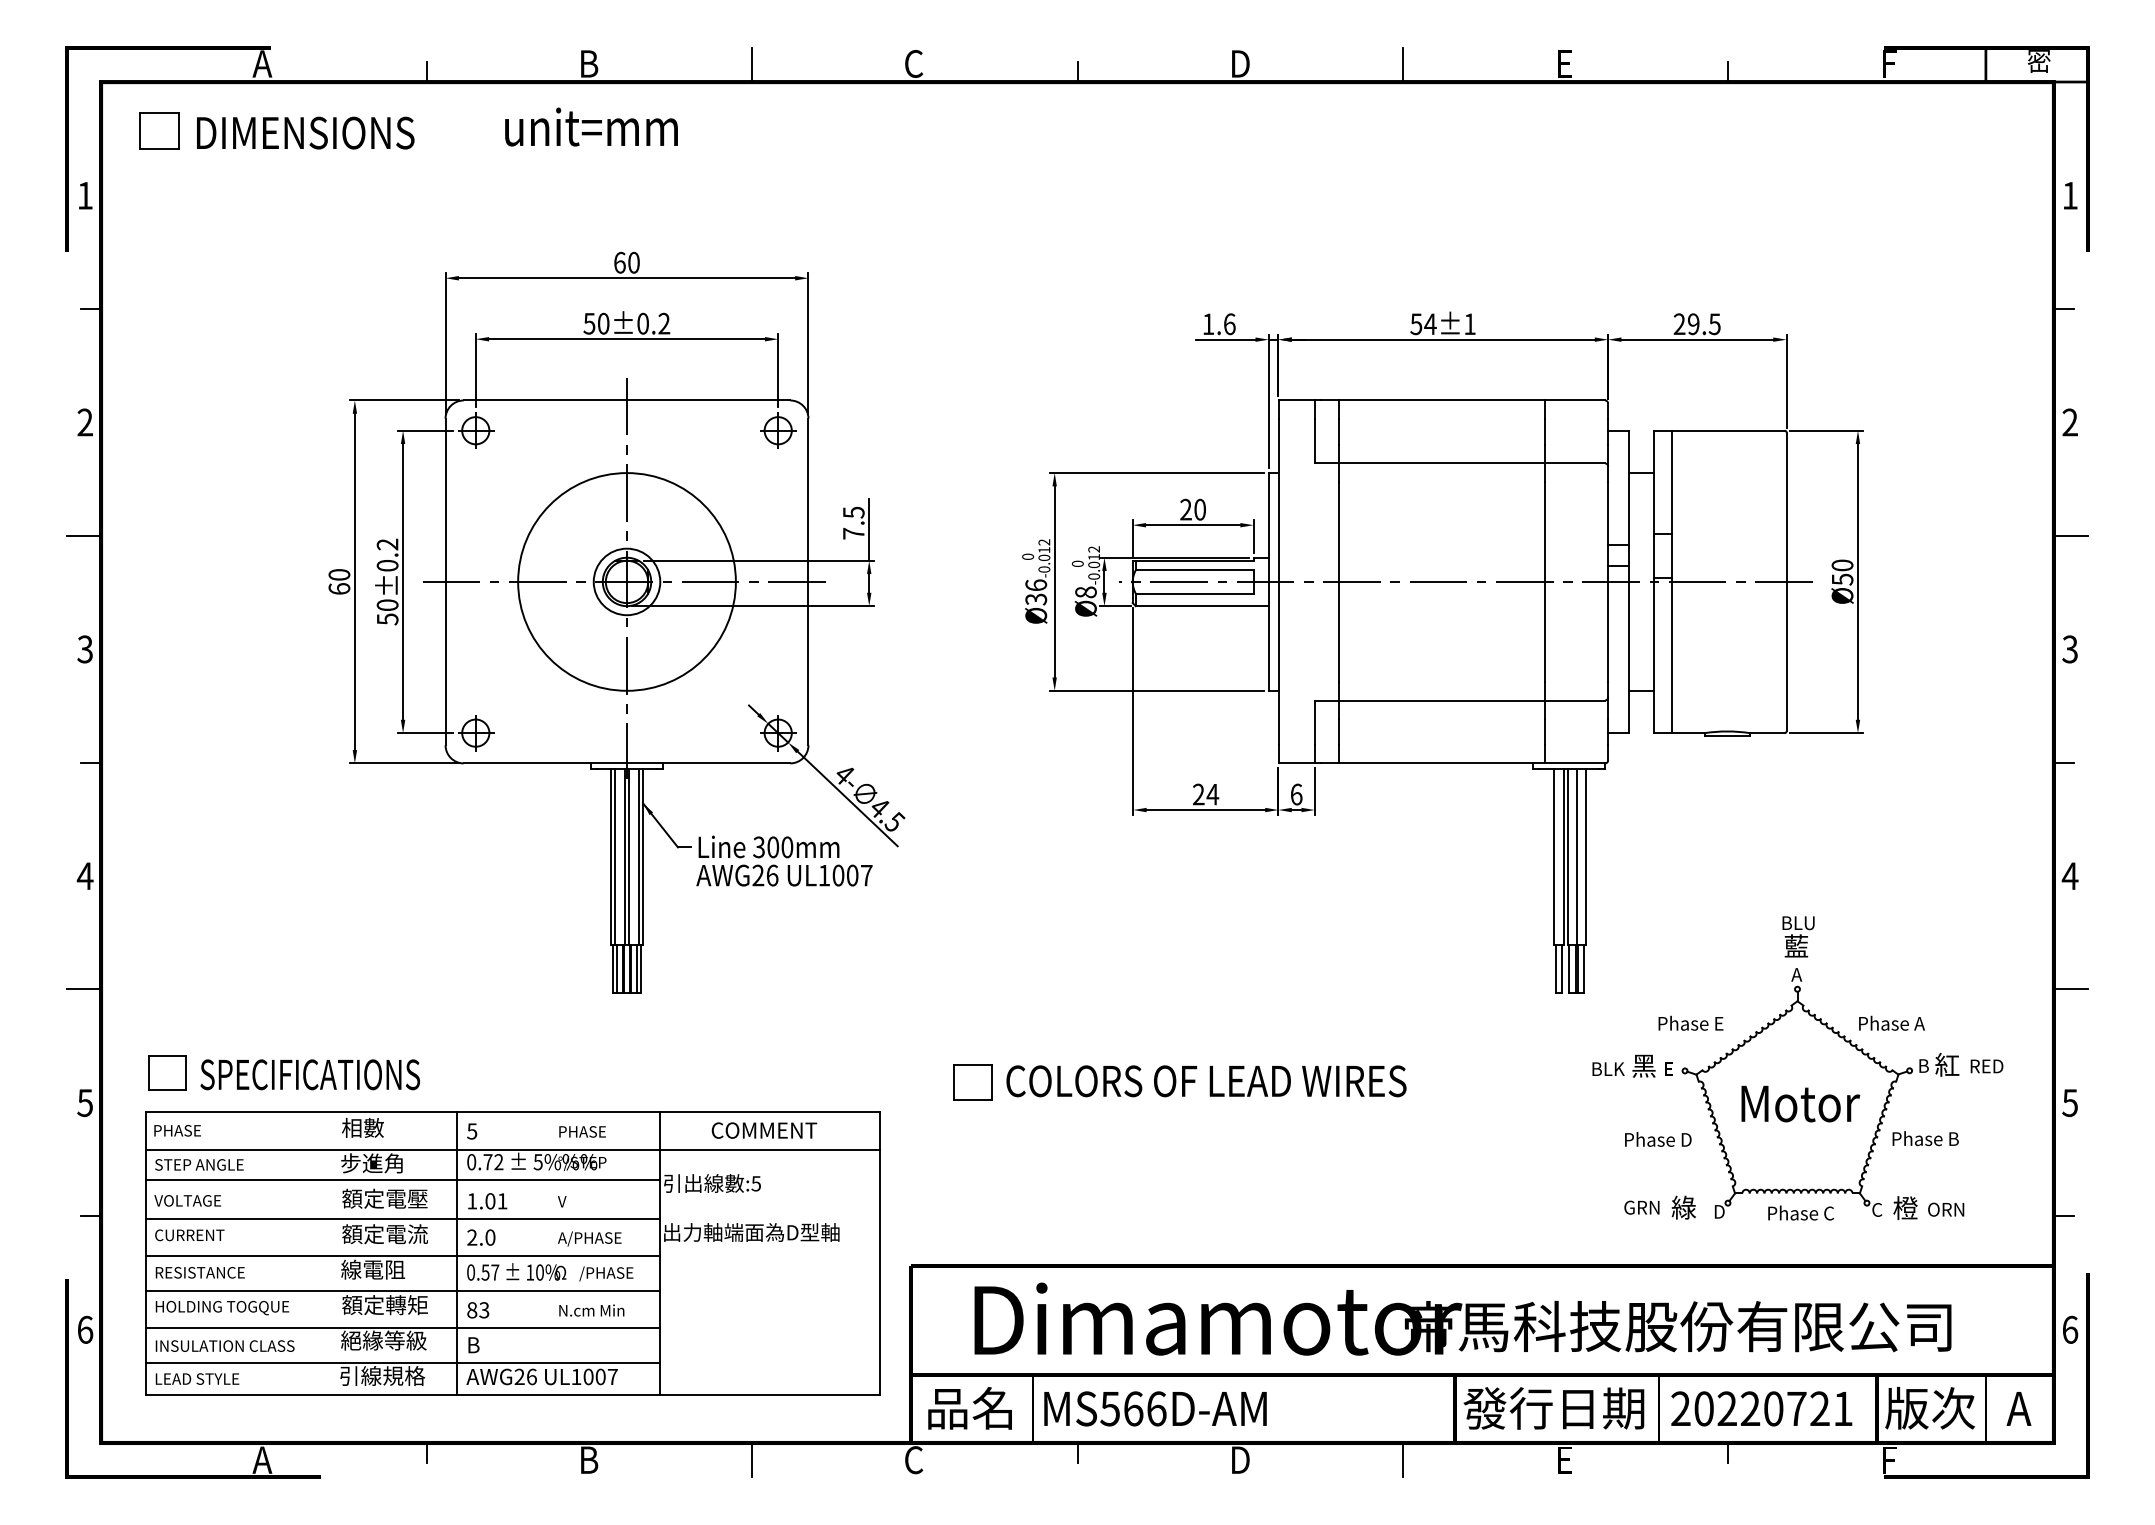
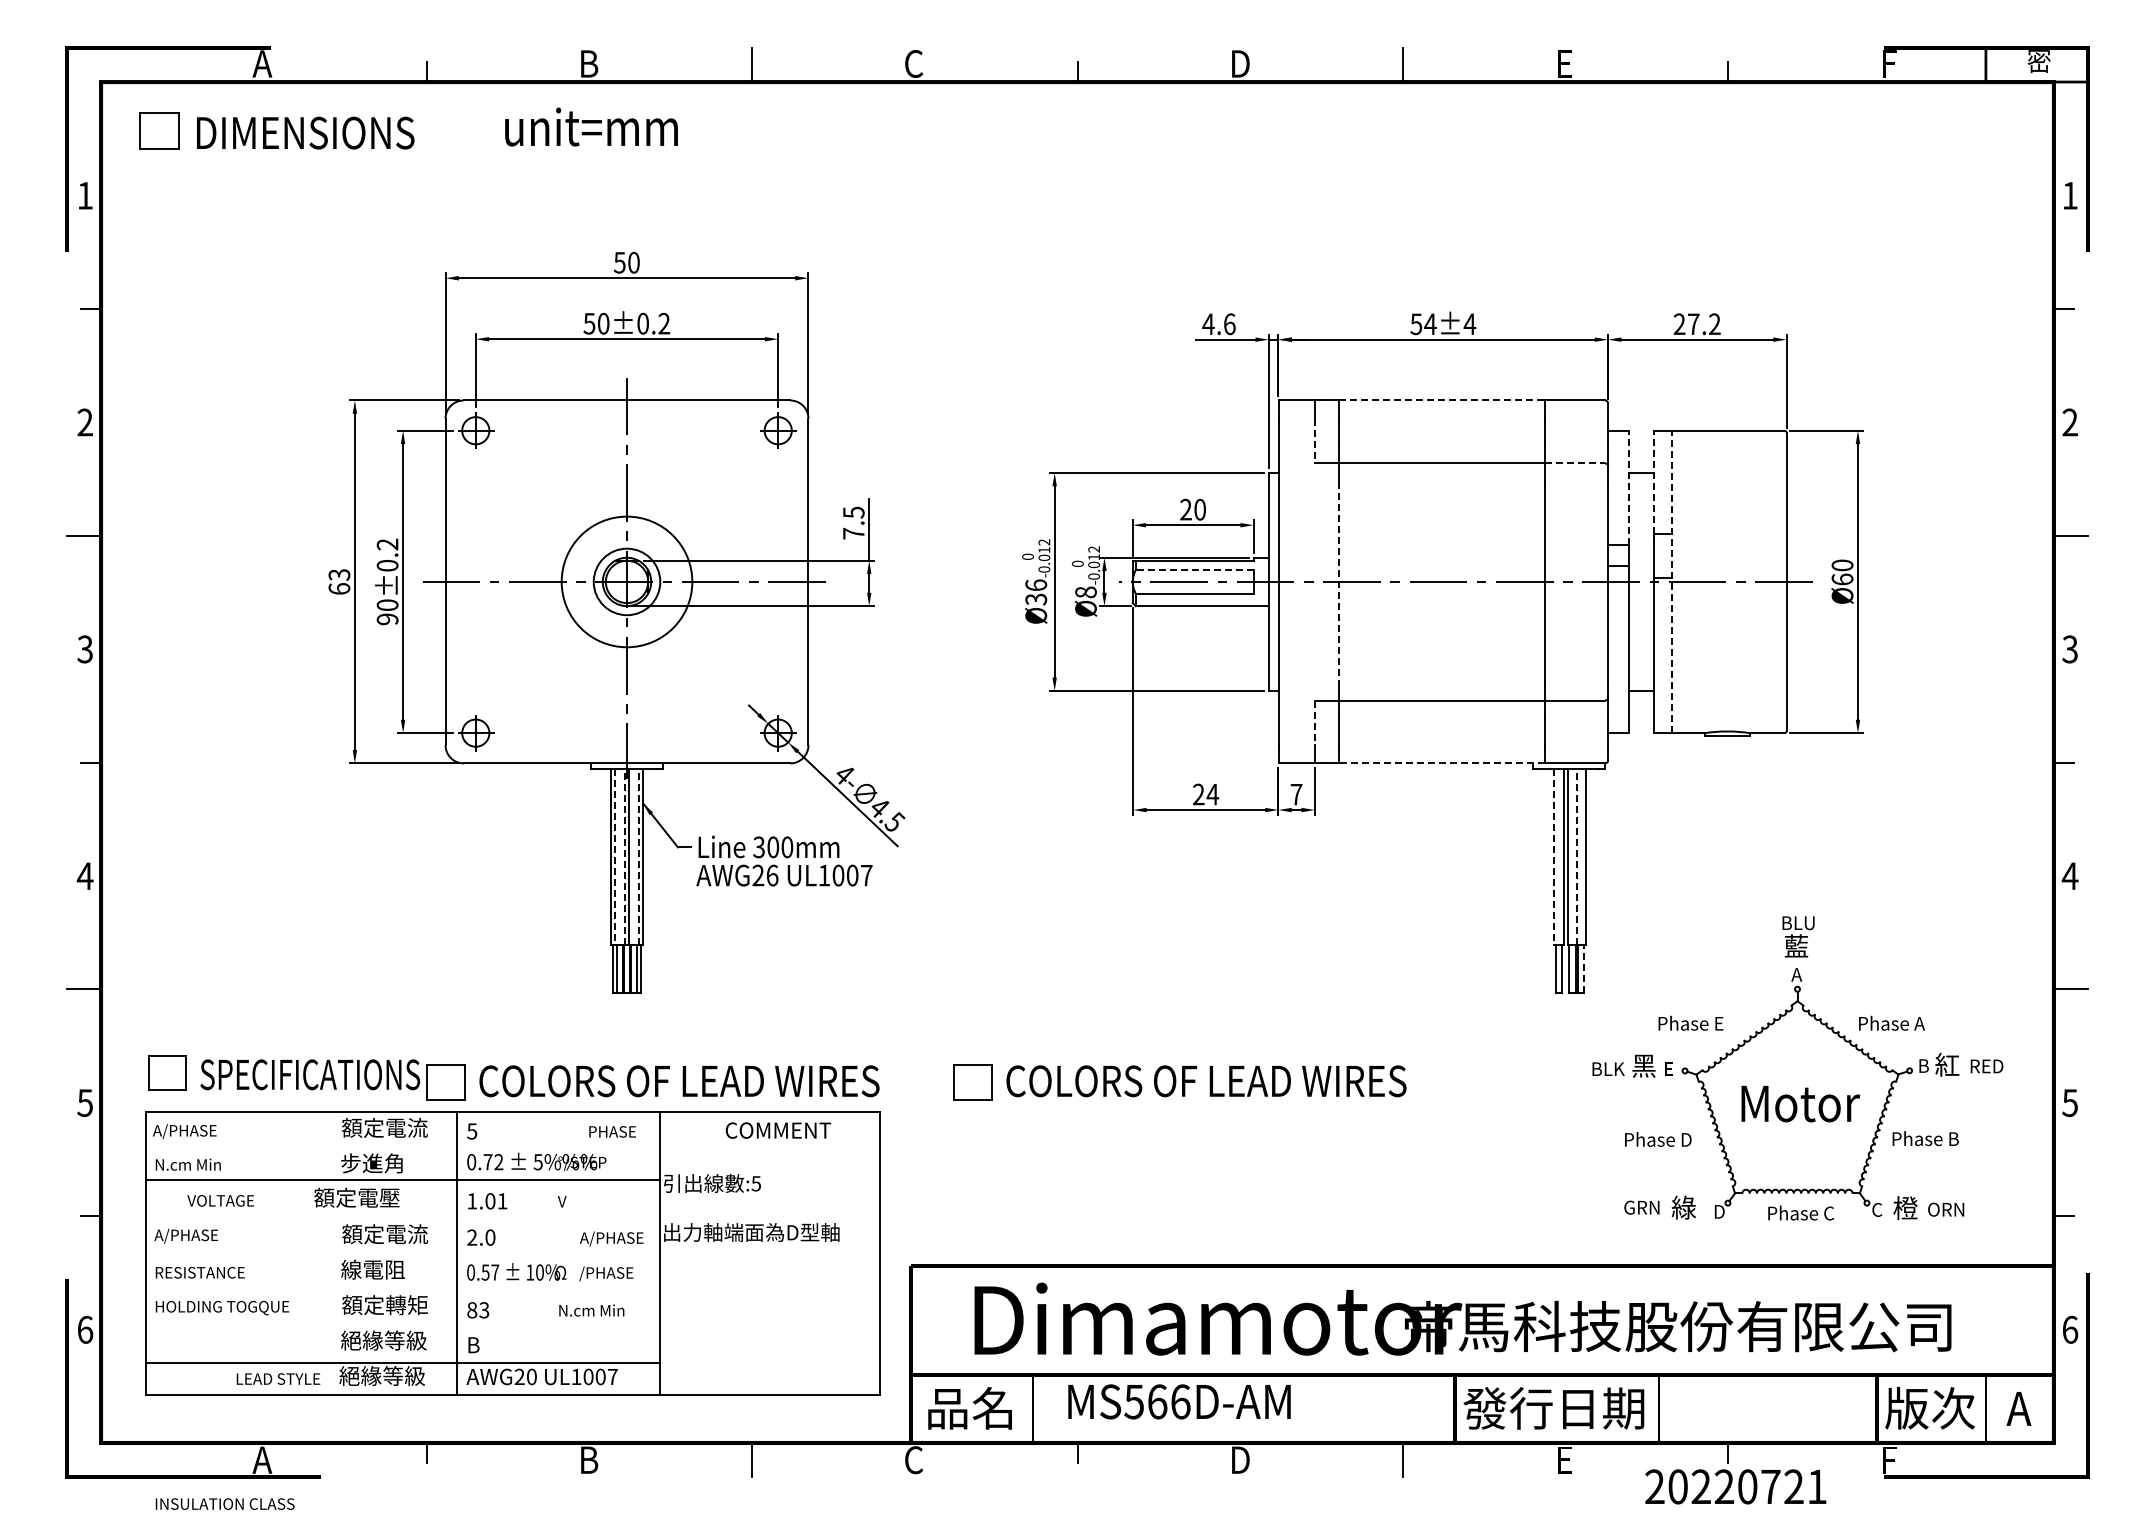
text at (619, 262): 60 -> 50
text at (1208, 323): 1.6 -> 4.6
text at (1469, 323): 54±1 -> 54±4
text at (1703, 324): 29.5 -> 27.2
line at (1441, 400): solid -> dashed
line at (1314, 441): solid -> dashed
line at (1575, 463): solid -> dashed
line at (1653, 482): solid -> dashed
line at (1629, 487): solid -> dashed
line at (1194, 570): solid -> dashed
text at (339, 574): 60 -> 63
text at (1842, 579): Ø50 -> Ø60
circle at (626, 581) diameter: 218 px -> 131 px
line at (1671, 581): solid -> dashed
line at (1338, 582): solid -> dashed
text at (387, 619): 50±0.2 -> 90±0.2
line at (1314, 723): solid -> dashed
line at (1441, 763): solid -> dashed
text at (1296, 794): 6 -> 7
line at (615, 857): solid -> dashed
line at (624, 857): solid -> dashed
line at (638, 857): solid -> dashed
line at (1554, 857): solid -> dashed
line at (1577, 857): solid -> dashed
line at (1583, 968): solid -> dashed
part at (652, 1082): none -> present
text at (384, 1127): 相數 -> 額定電流
text at (764, 1130) position: (764, 1130) -> (778, 1130)
text at (184, 1131): PHASE -> A/PHASE
text at (582, 1131) position: (582, 1131) -> (612, 1131)
line at (512, 1149): present -> none
text at (199, 1164): STEP ANGLE -> N.cm Min
text at (384, 1198) position: (384, 1198) -> (356, 1197)
text at (187, 1200) position: (187, 1200) -> (220, 1200)
line at (402, 1219): present -> none
text at (189, 1235): CURRENT -> A/PHASE
text at (589, 1238) position: (589, 1238) -> (611, 1238)
line at (402, 1255): present -> none
line at (402, 1290): present -> none
line at (402, 1328): present -> none
text at (224, 1345) position: (224, 1345) -> (224, 1503)
text at (382, 1375): 引線規格 -> 絕緣等級
text at (531, 1376): AWG26 -> AWG20
text at (197, 1378) position: (197, 1378) -> (278, 1378)
text at (1155, 1408) position: (1155, 1408) -> (1179, 1401)
text at (1761, 1408) position: (1761, 1408) -> (1735, 1486)
